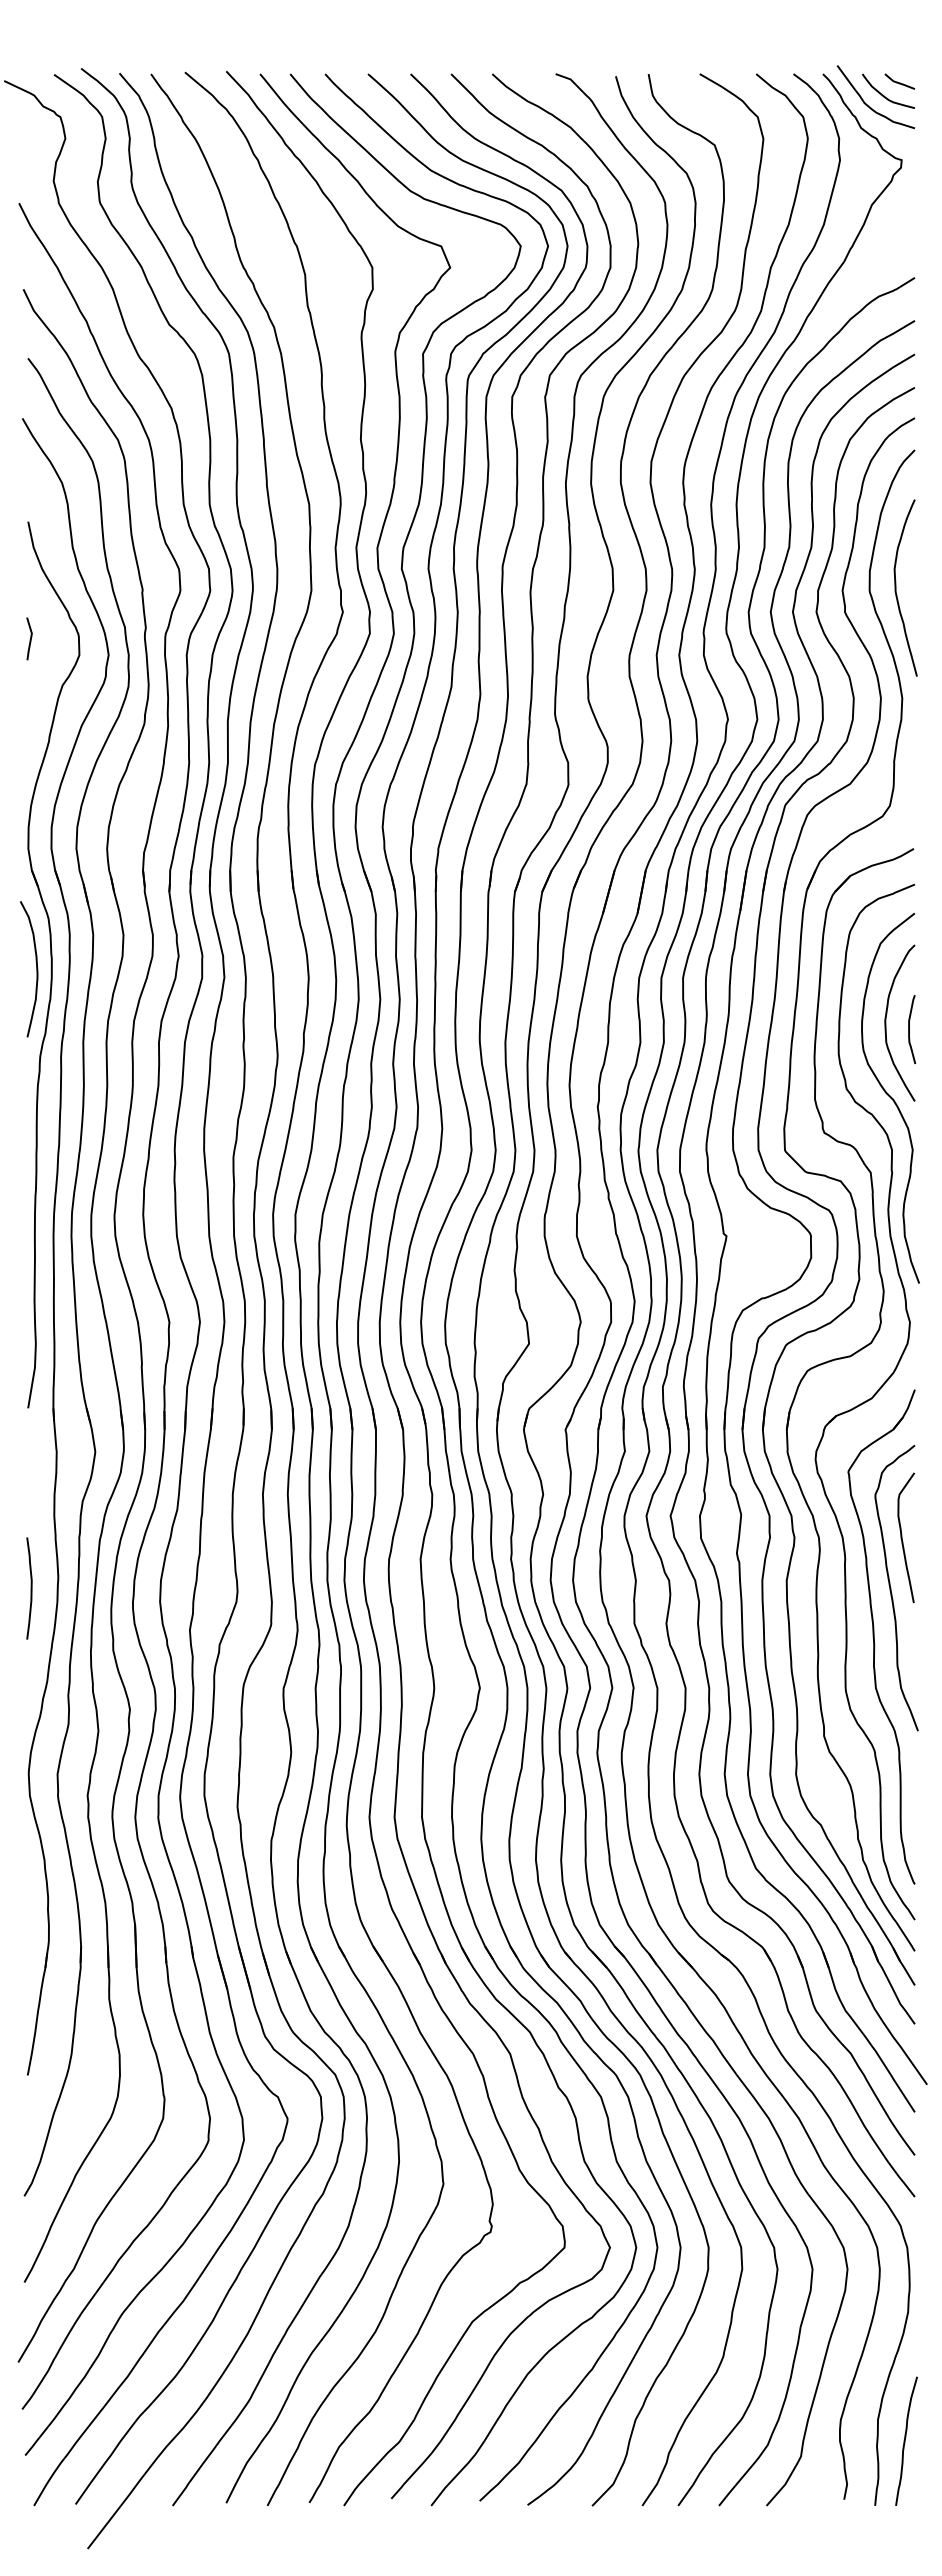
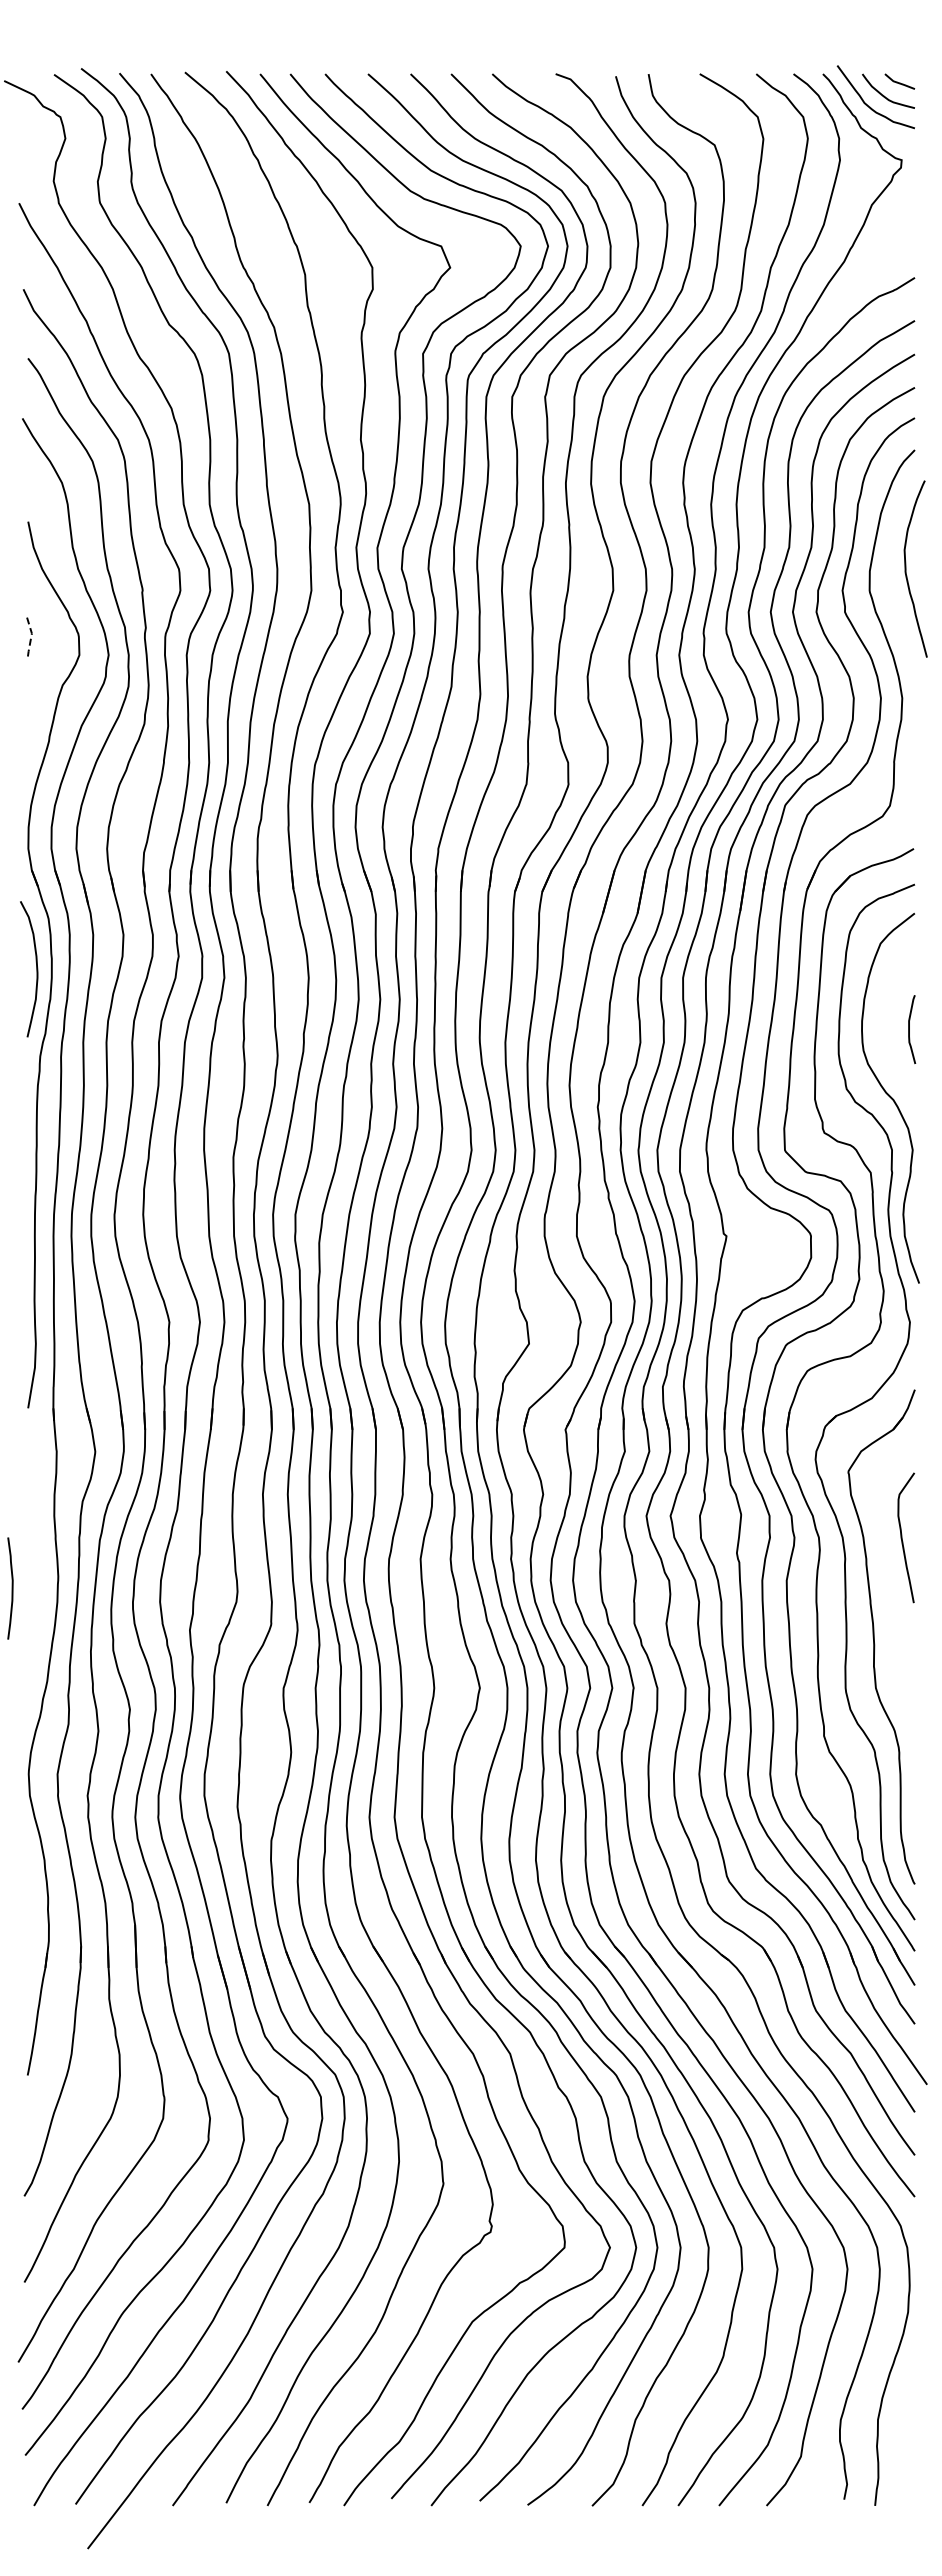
curve at (896, 587) position: (896, 587) -> (906, 568)
line at (30, 639): solid -> dashed
curve at (886, 1022): present -> none
curve at (891, 1587): present -> none
curve at (30, 1588) position: (30, 1588) -> (11, 1588)
curve at (905, 2440): present -> none
